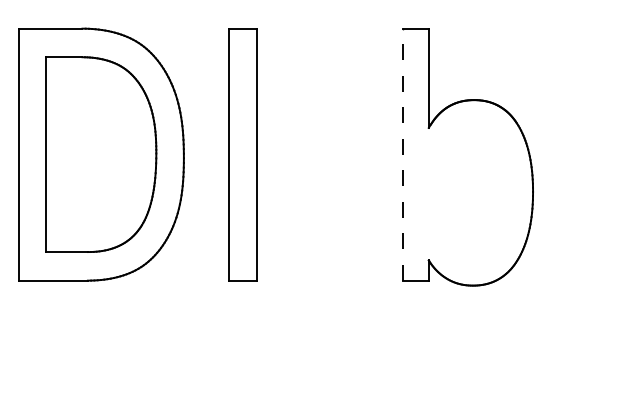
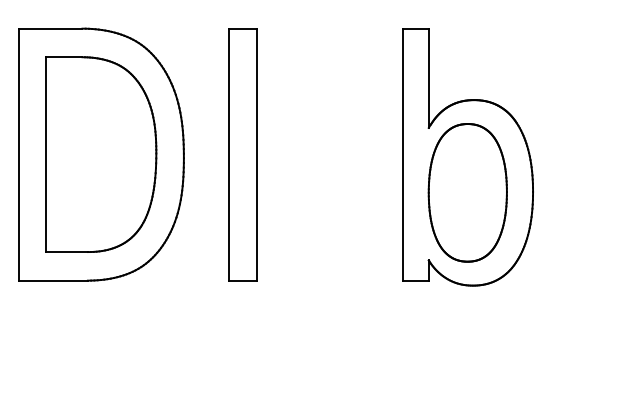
line at (402, 154): dashed -> solid
part at (467, 192): none -> present
